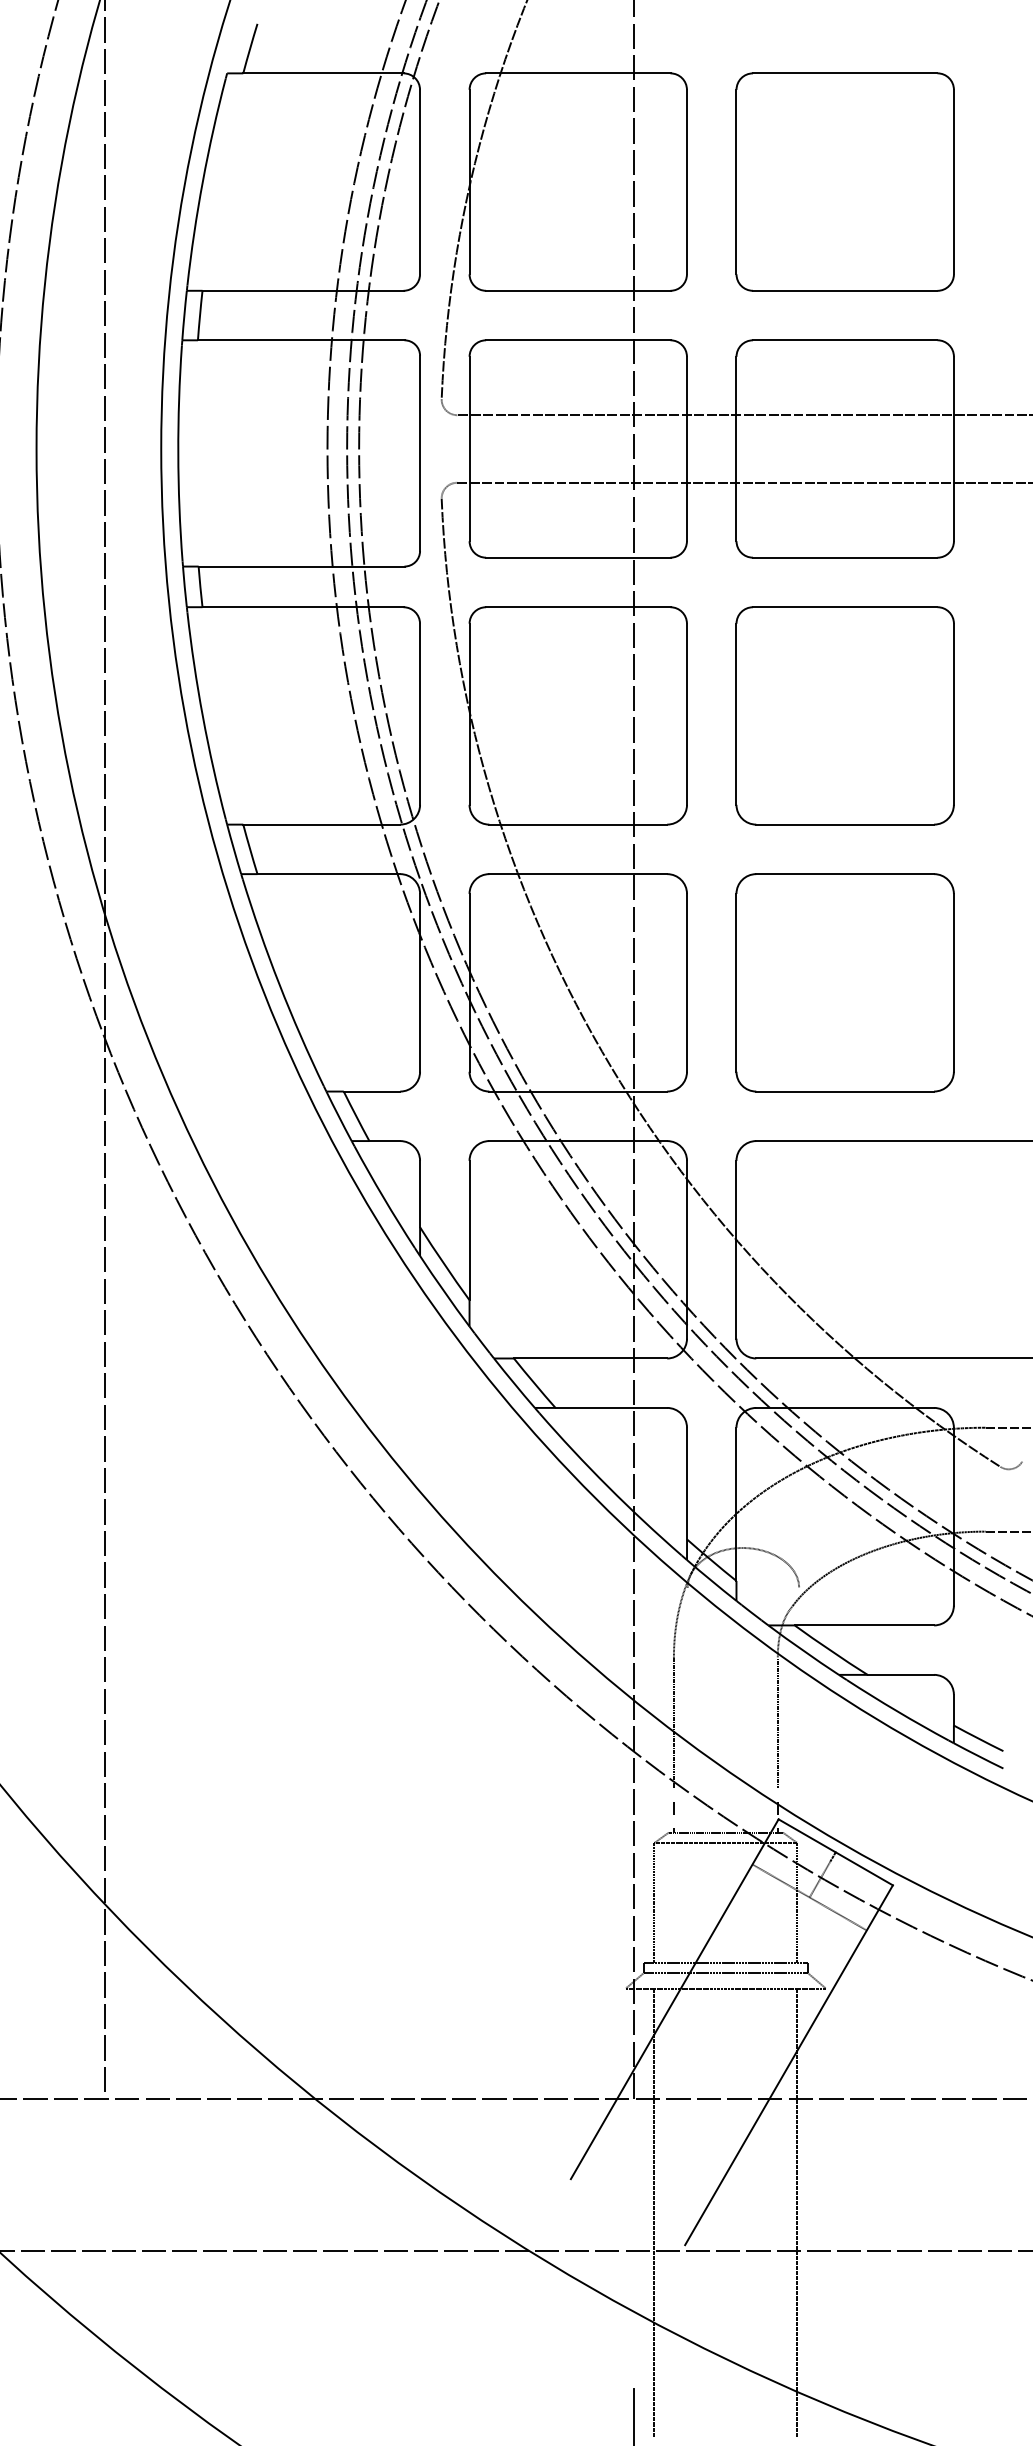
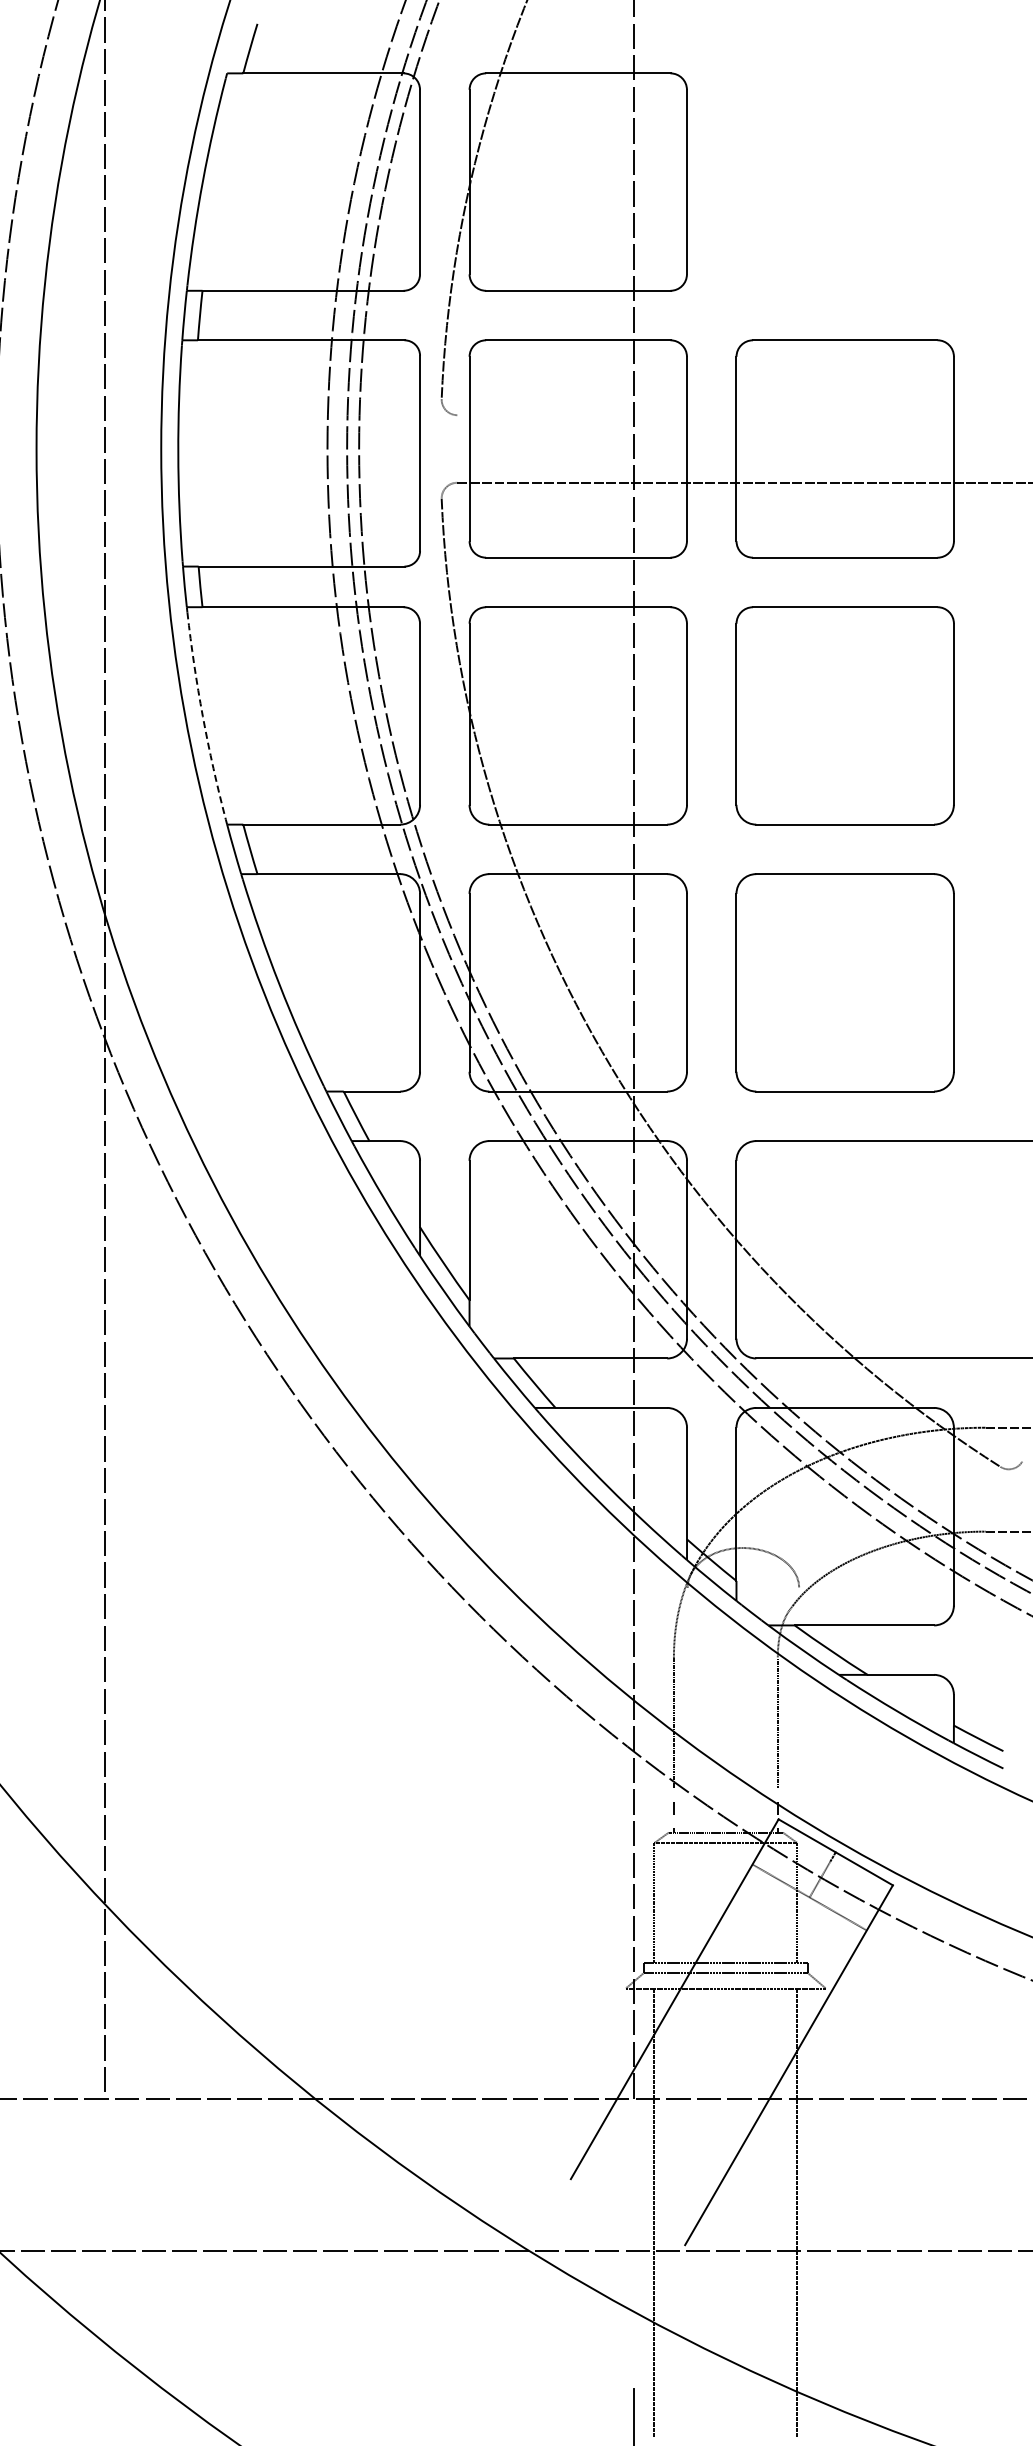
part at (844, 181): present -> none
line at (743, 415): present -> none
arc at (202, 716): solid -> dashed
